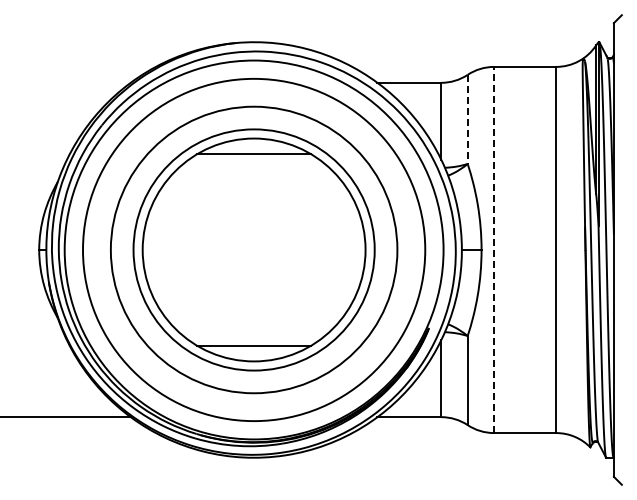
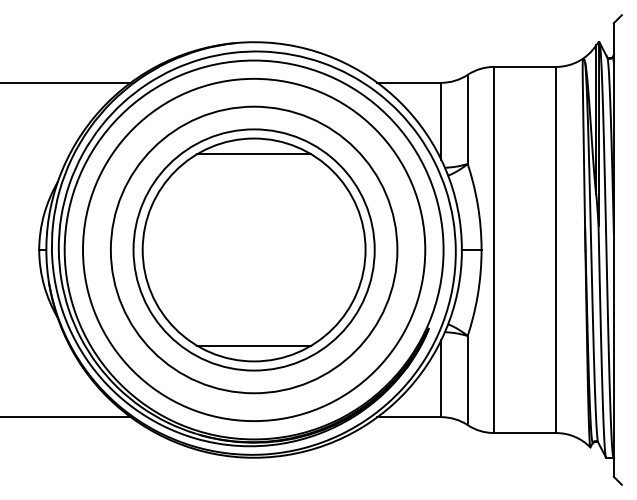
line at (66, 82): none -> present
line at (467, 119): dashed -> solid
line at (494, 249): dashed -> solid
